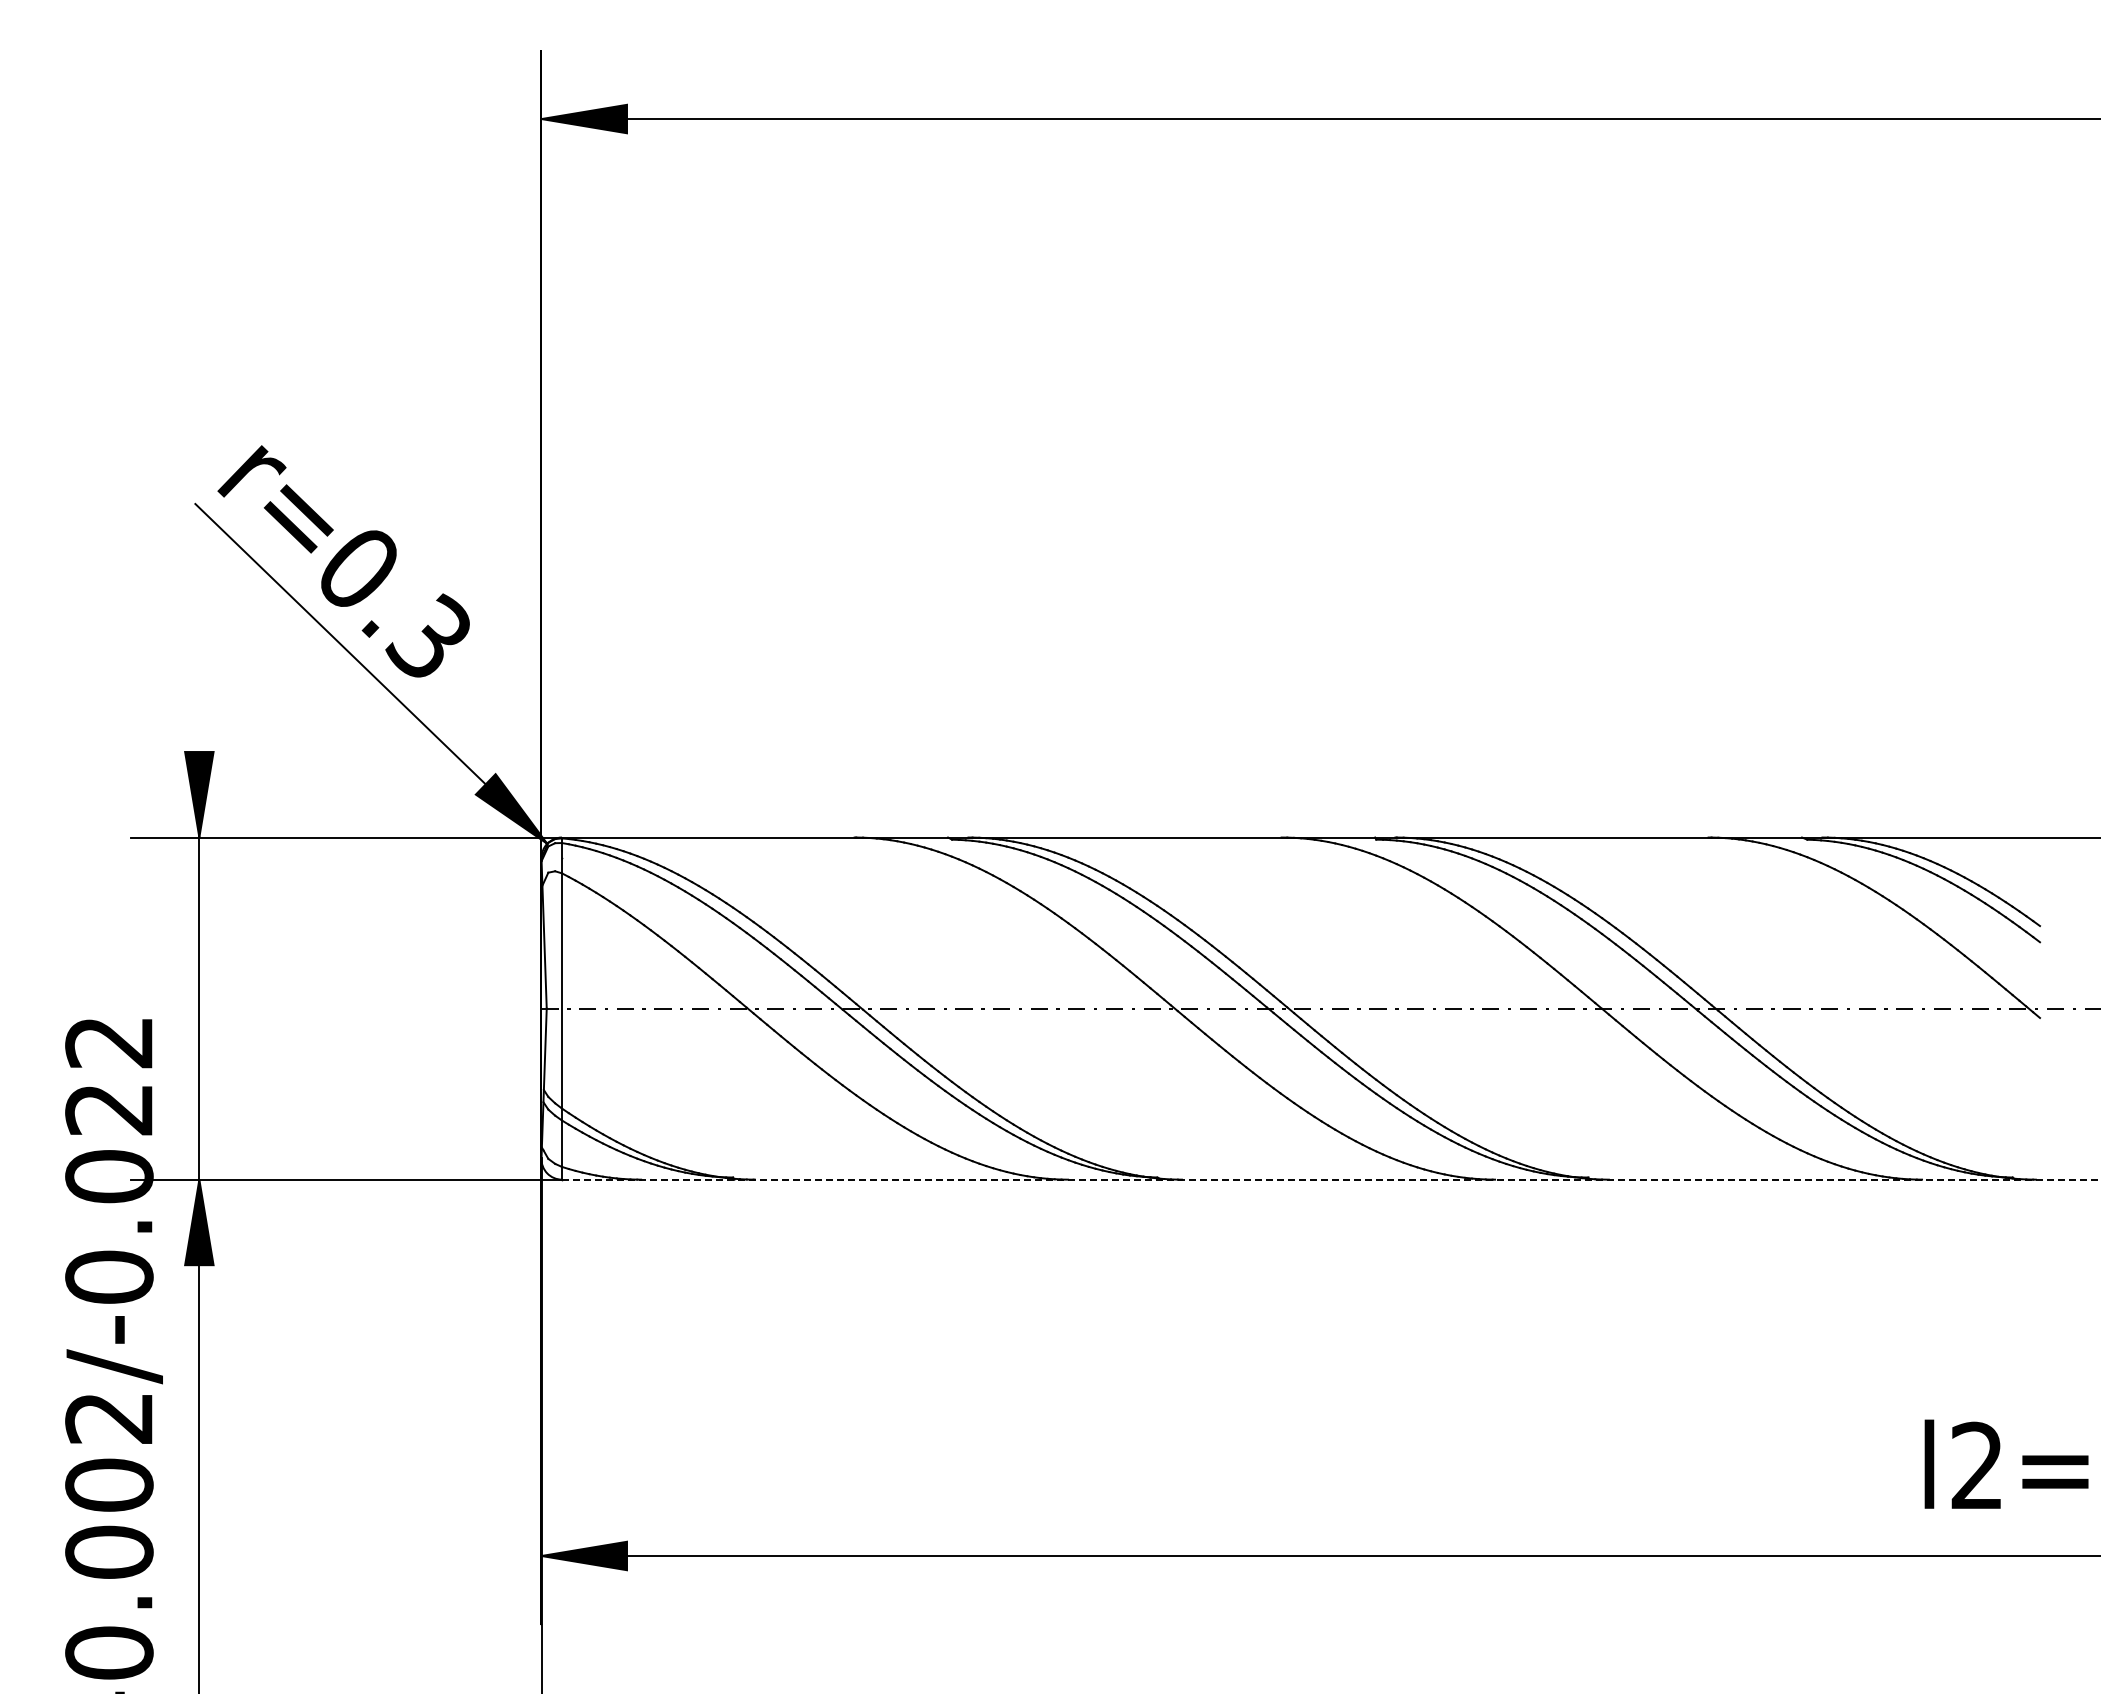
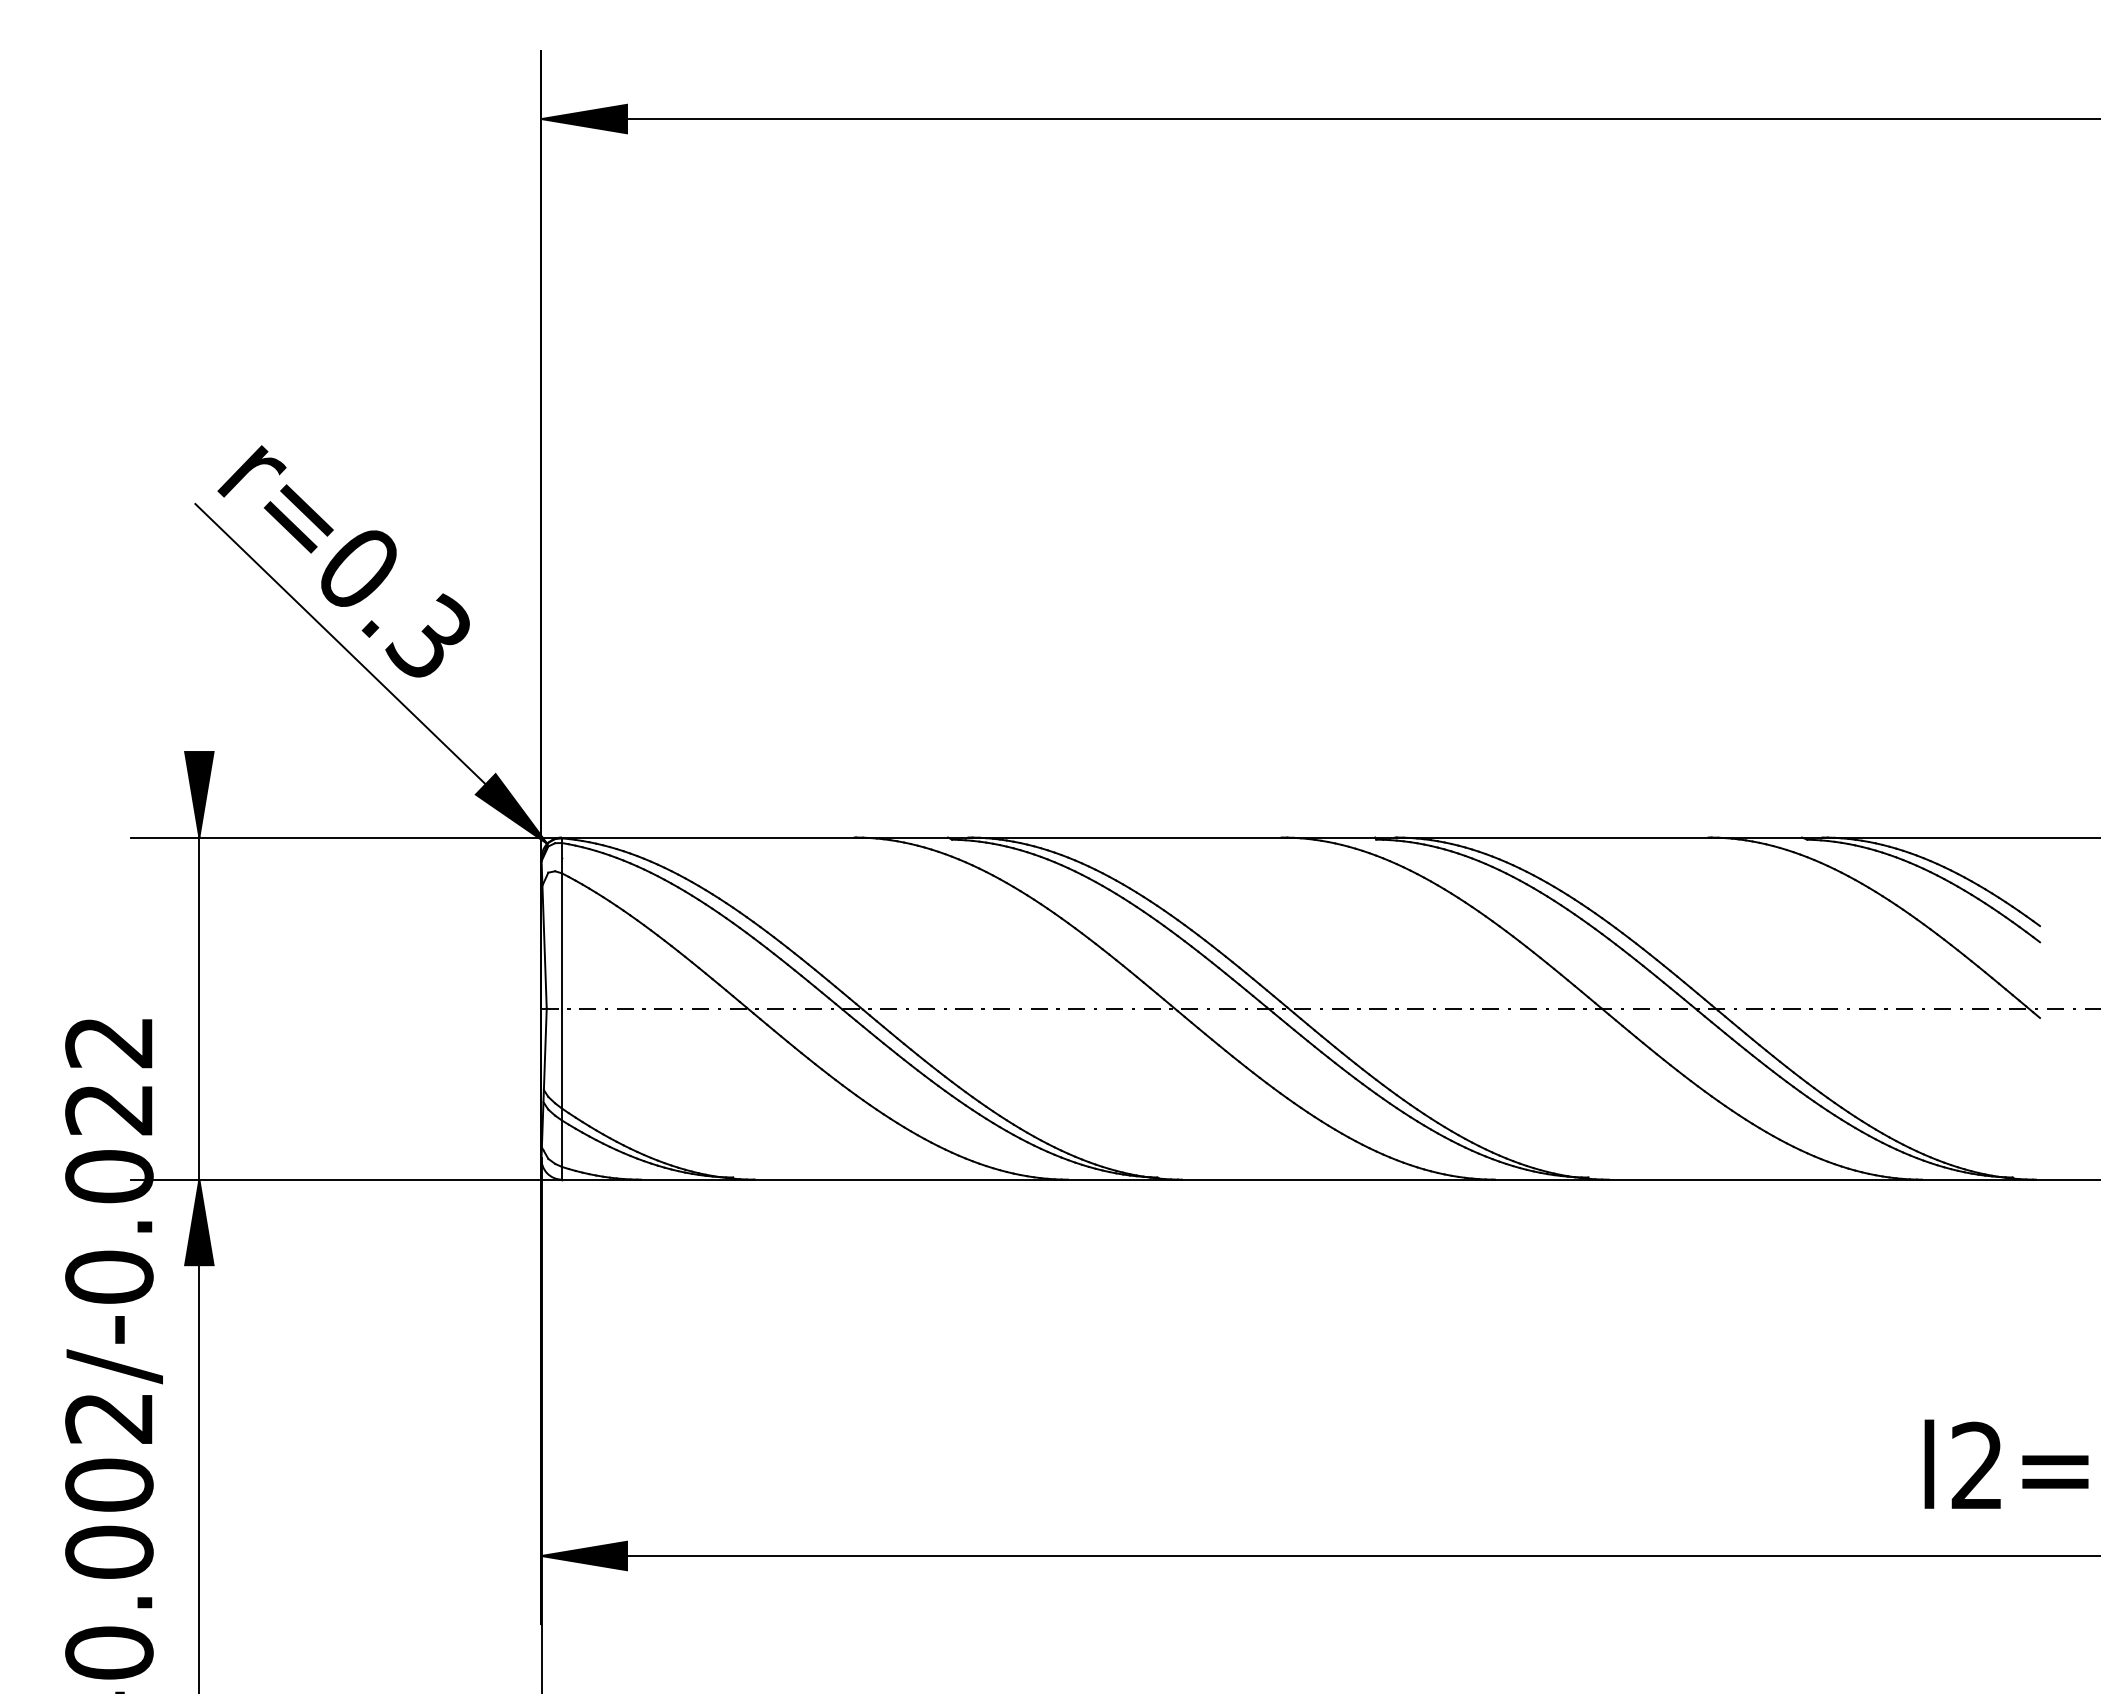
line at (1331, 1179): dashed -> solid
